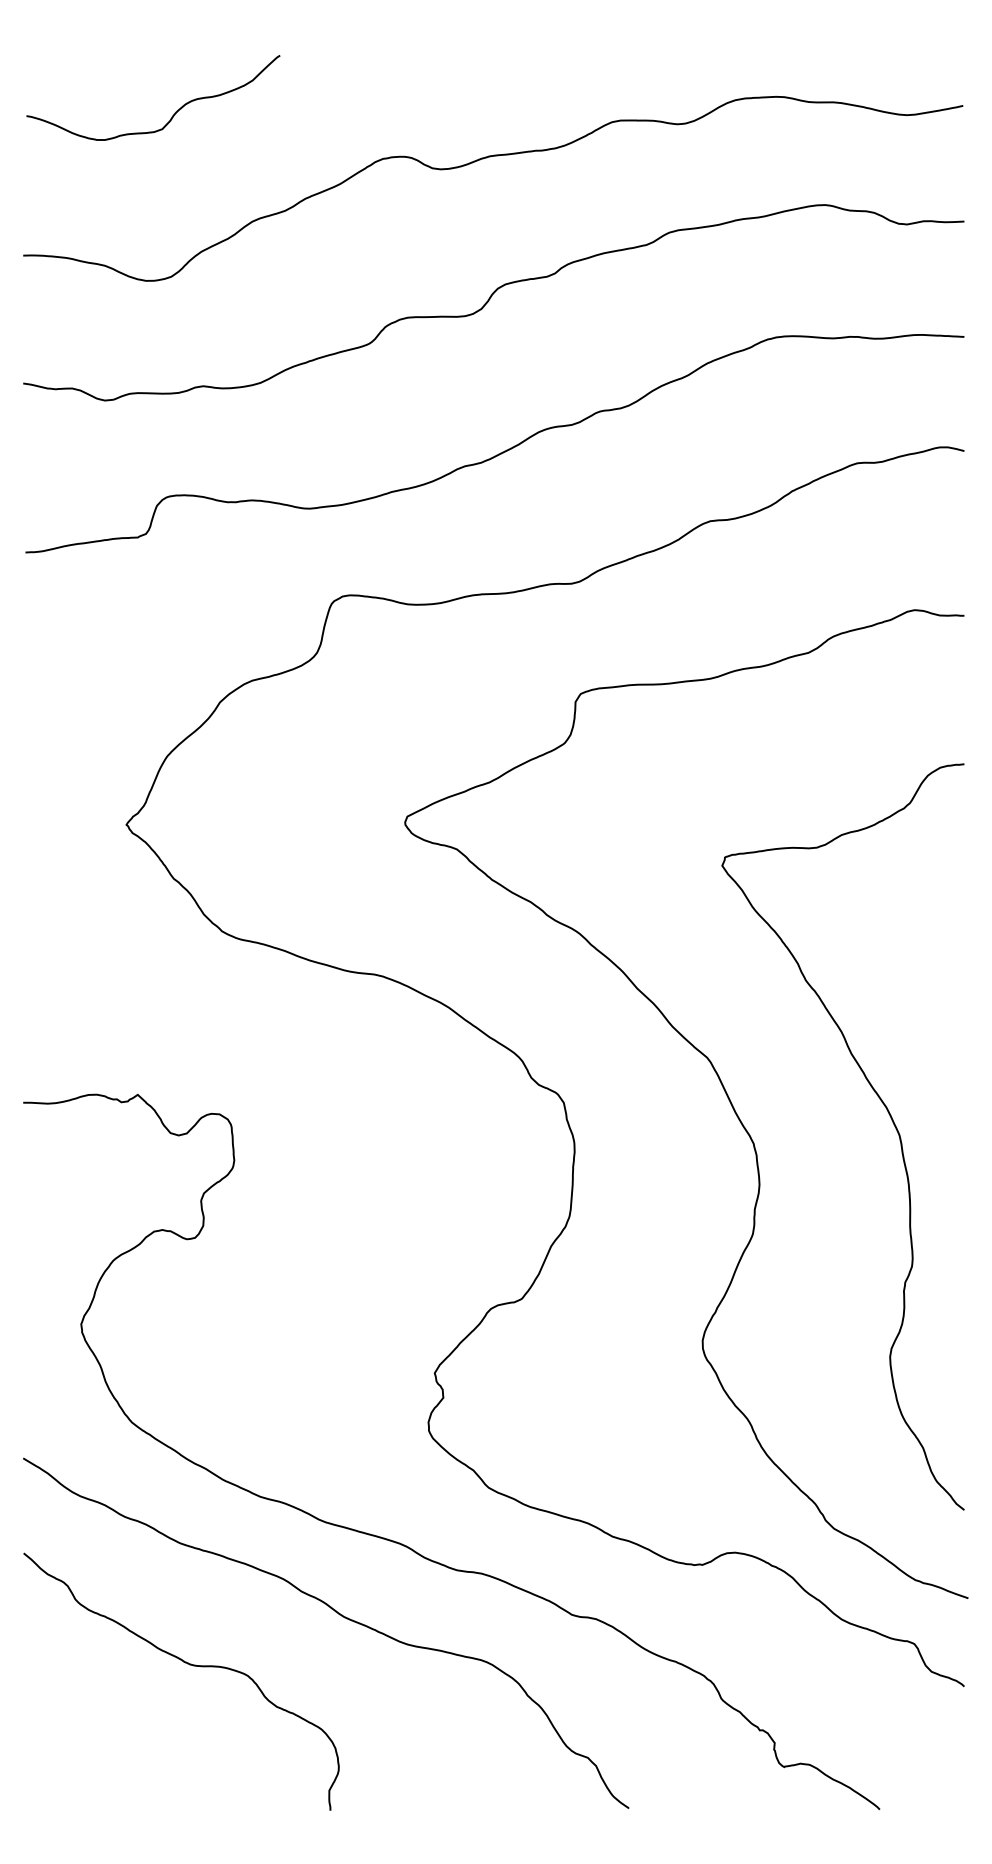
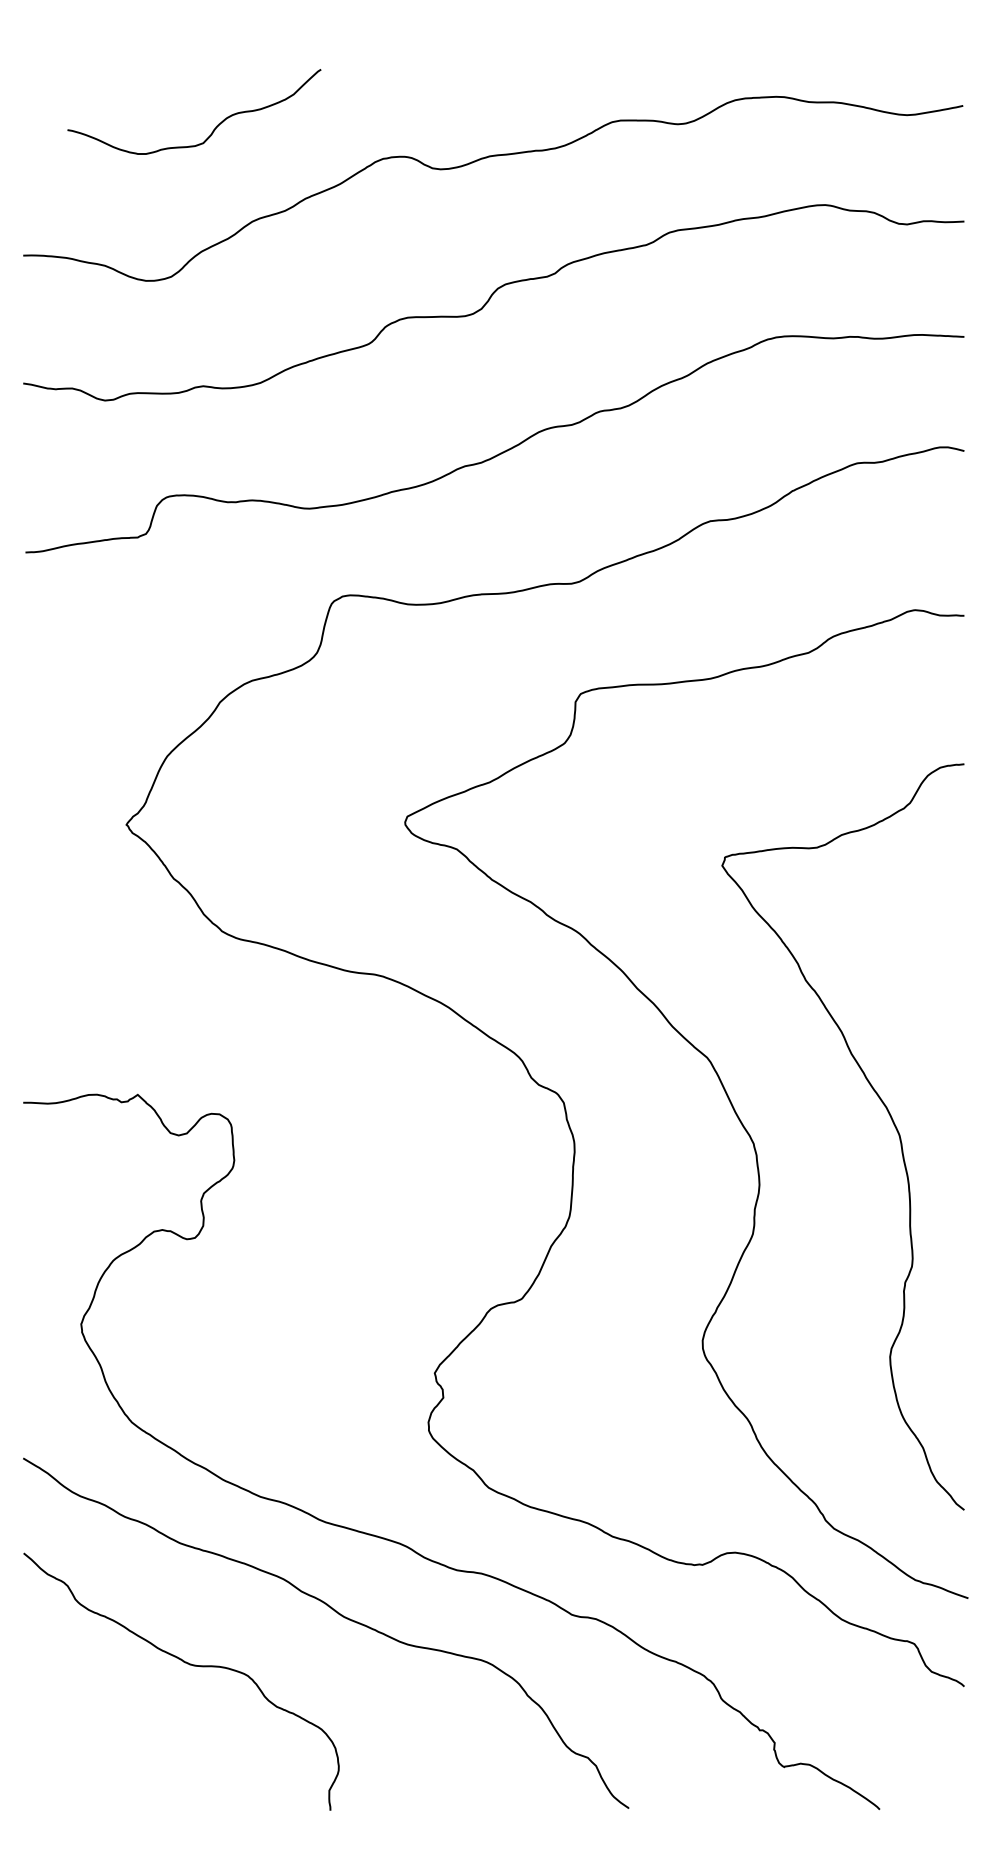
curve at (175, 111) position: (175, 111) -> (216, 125)
